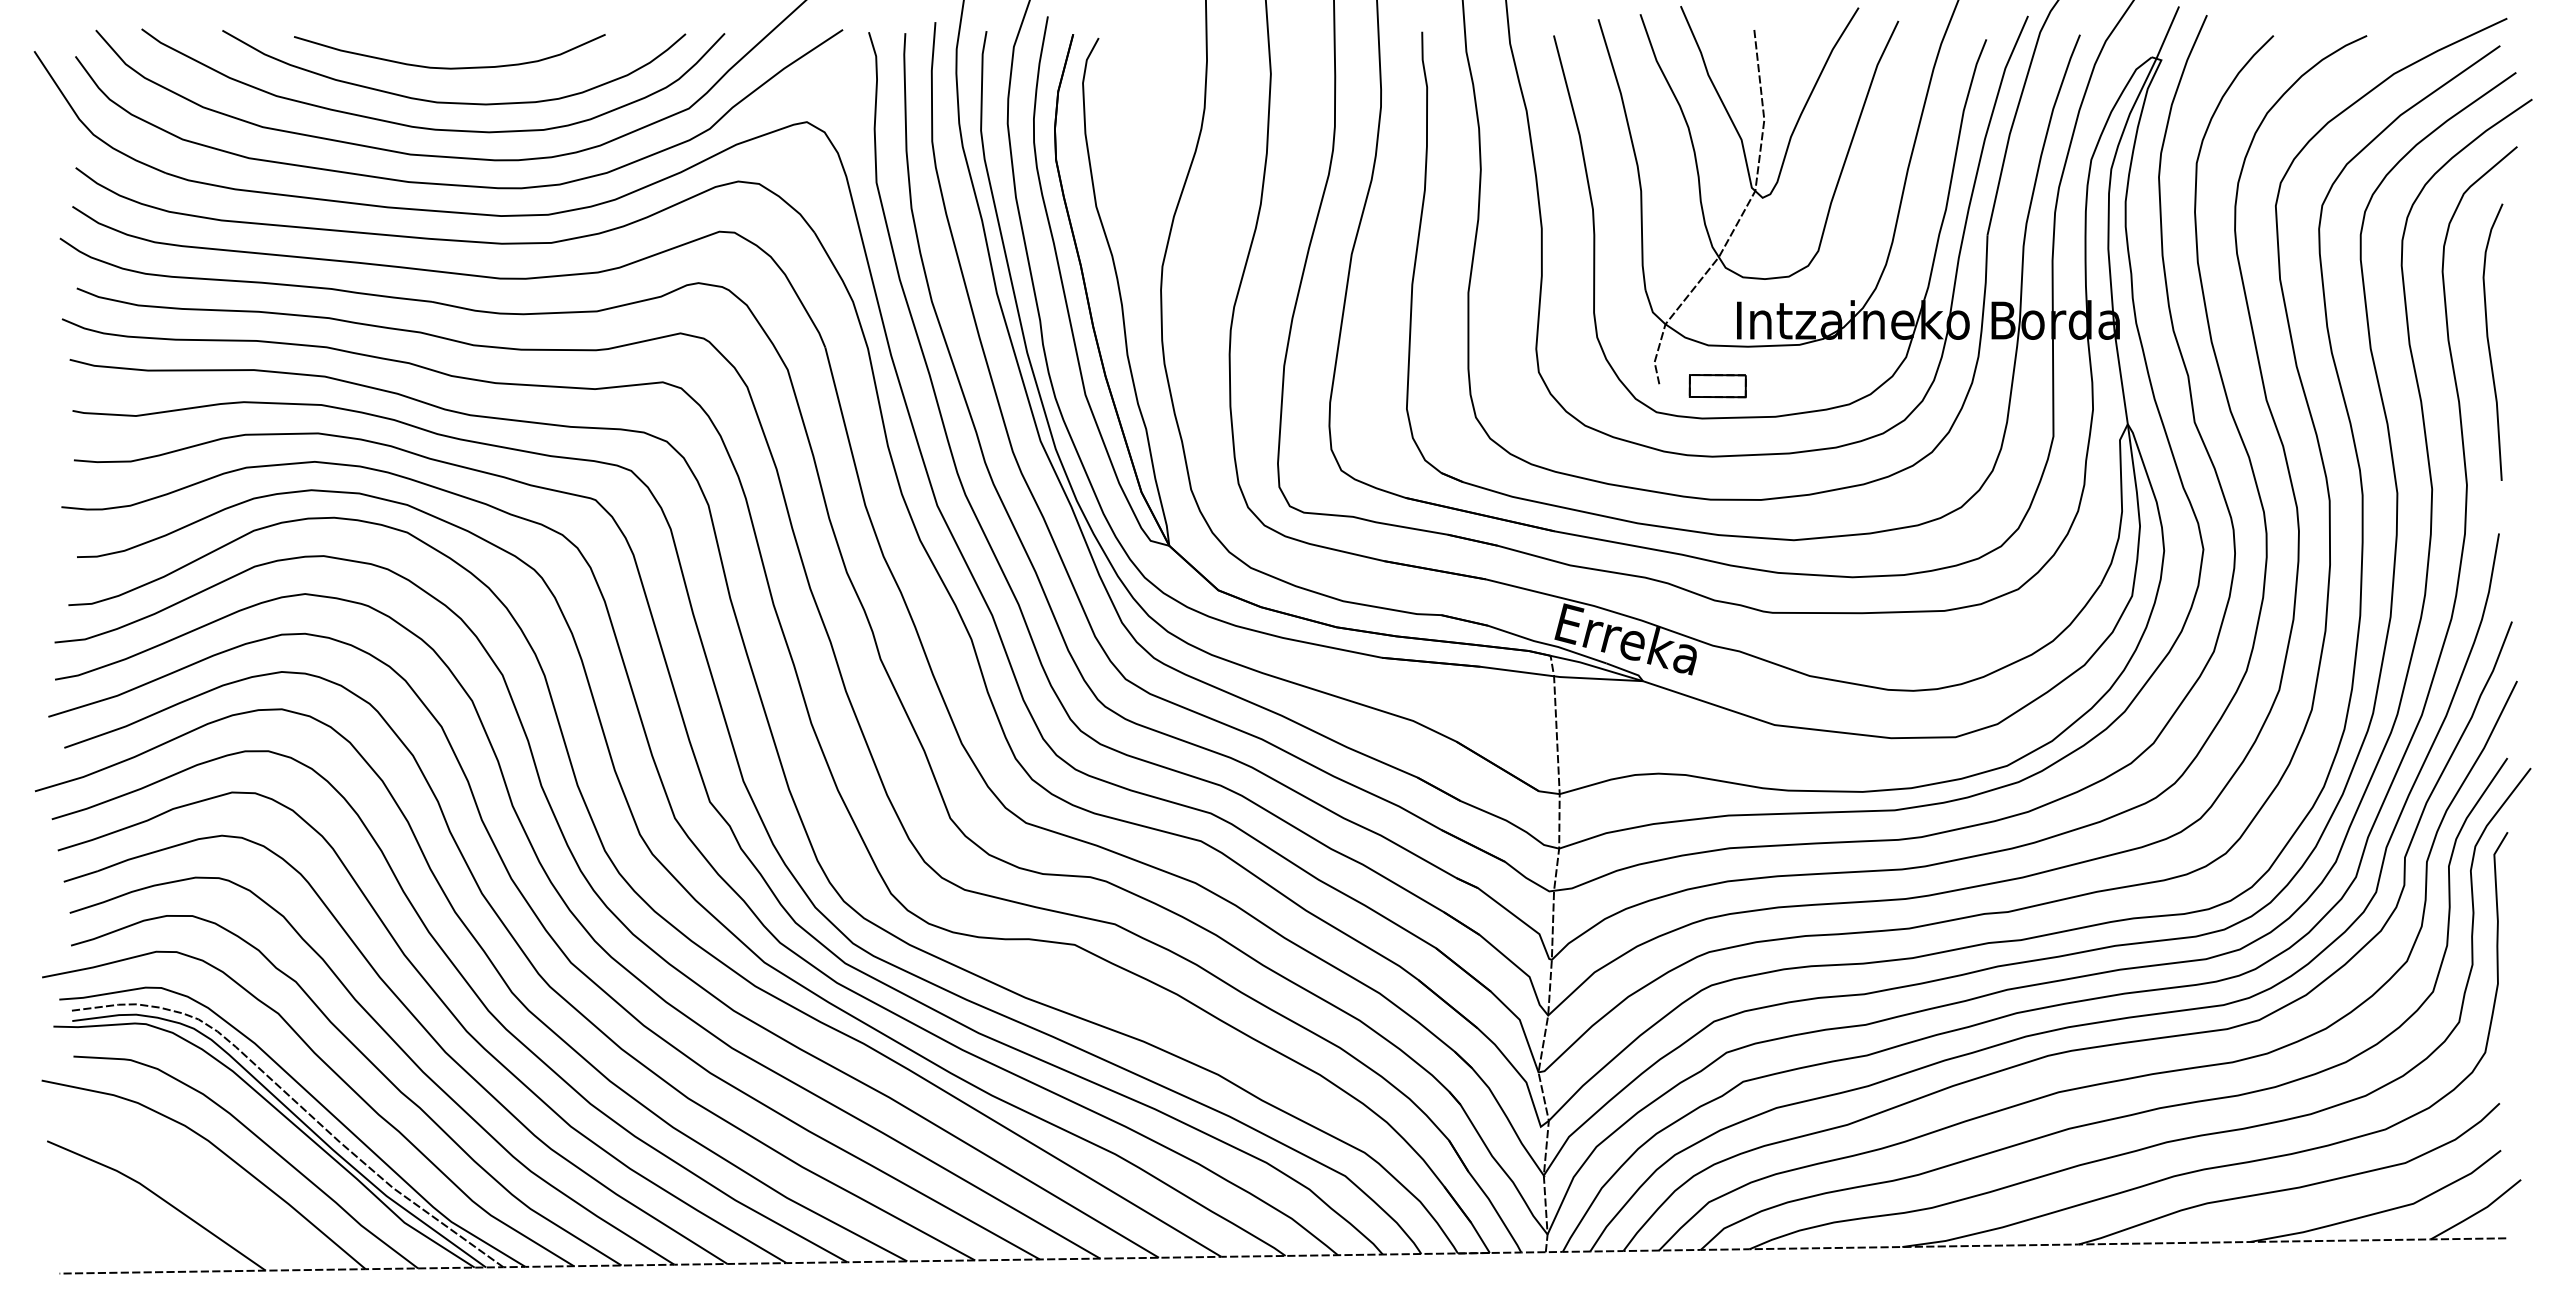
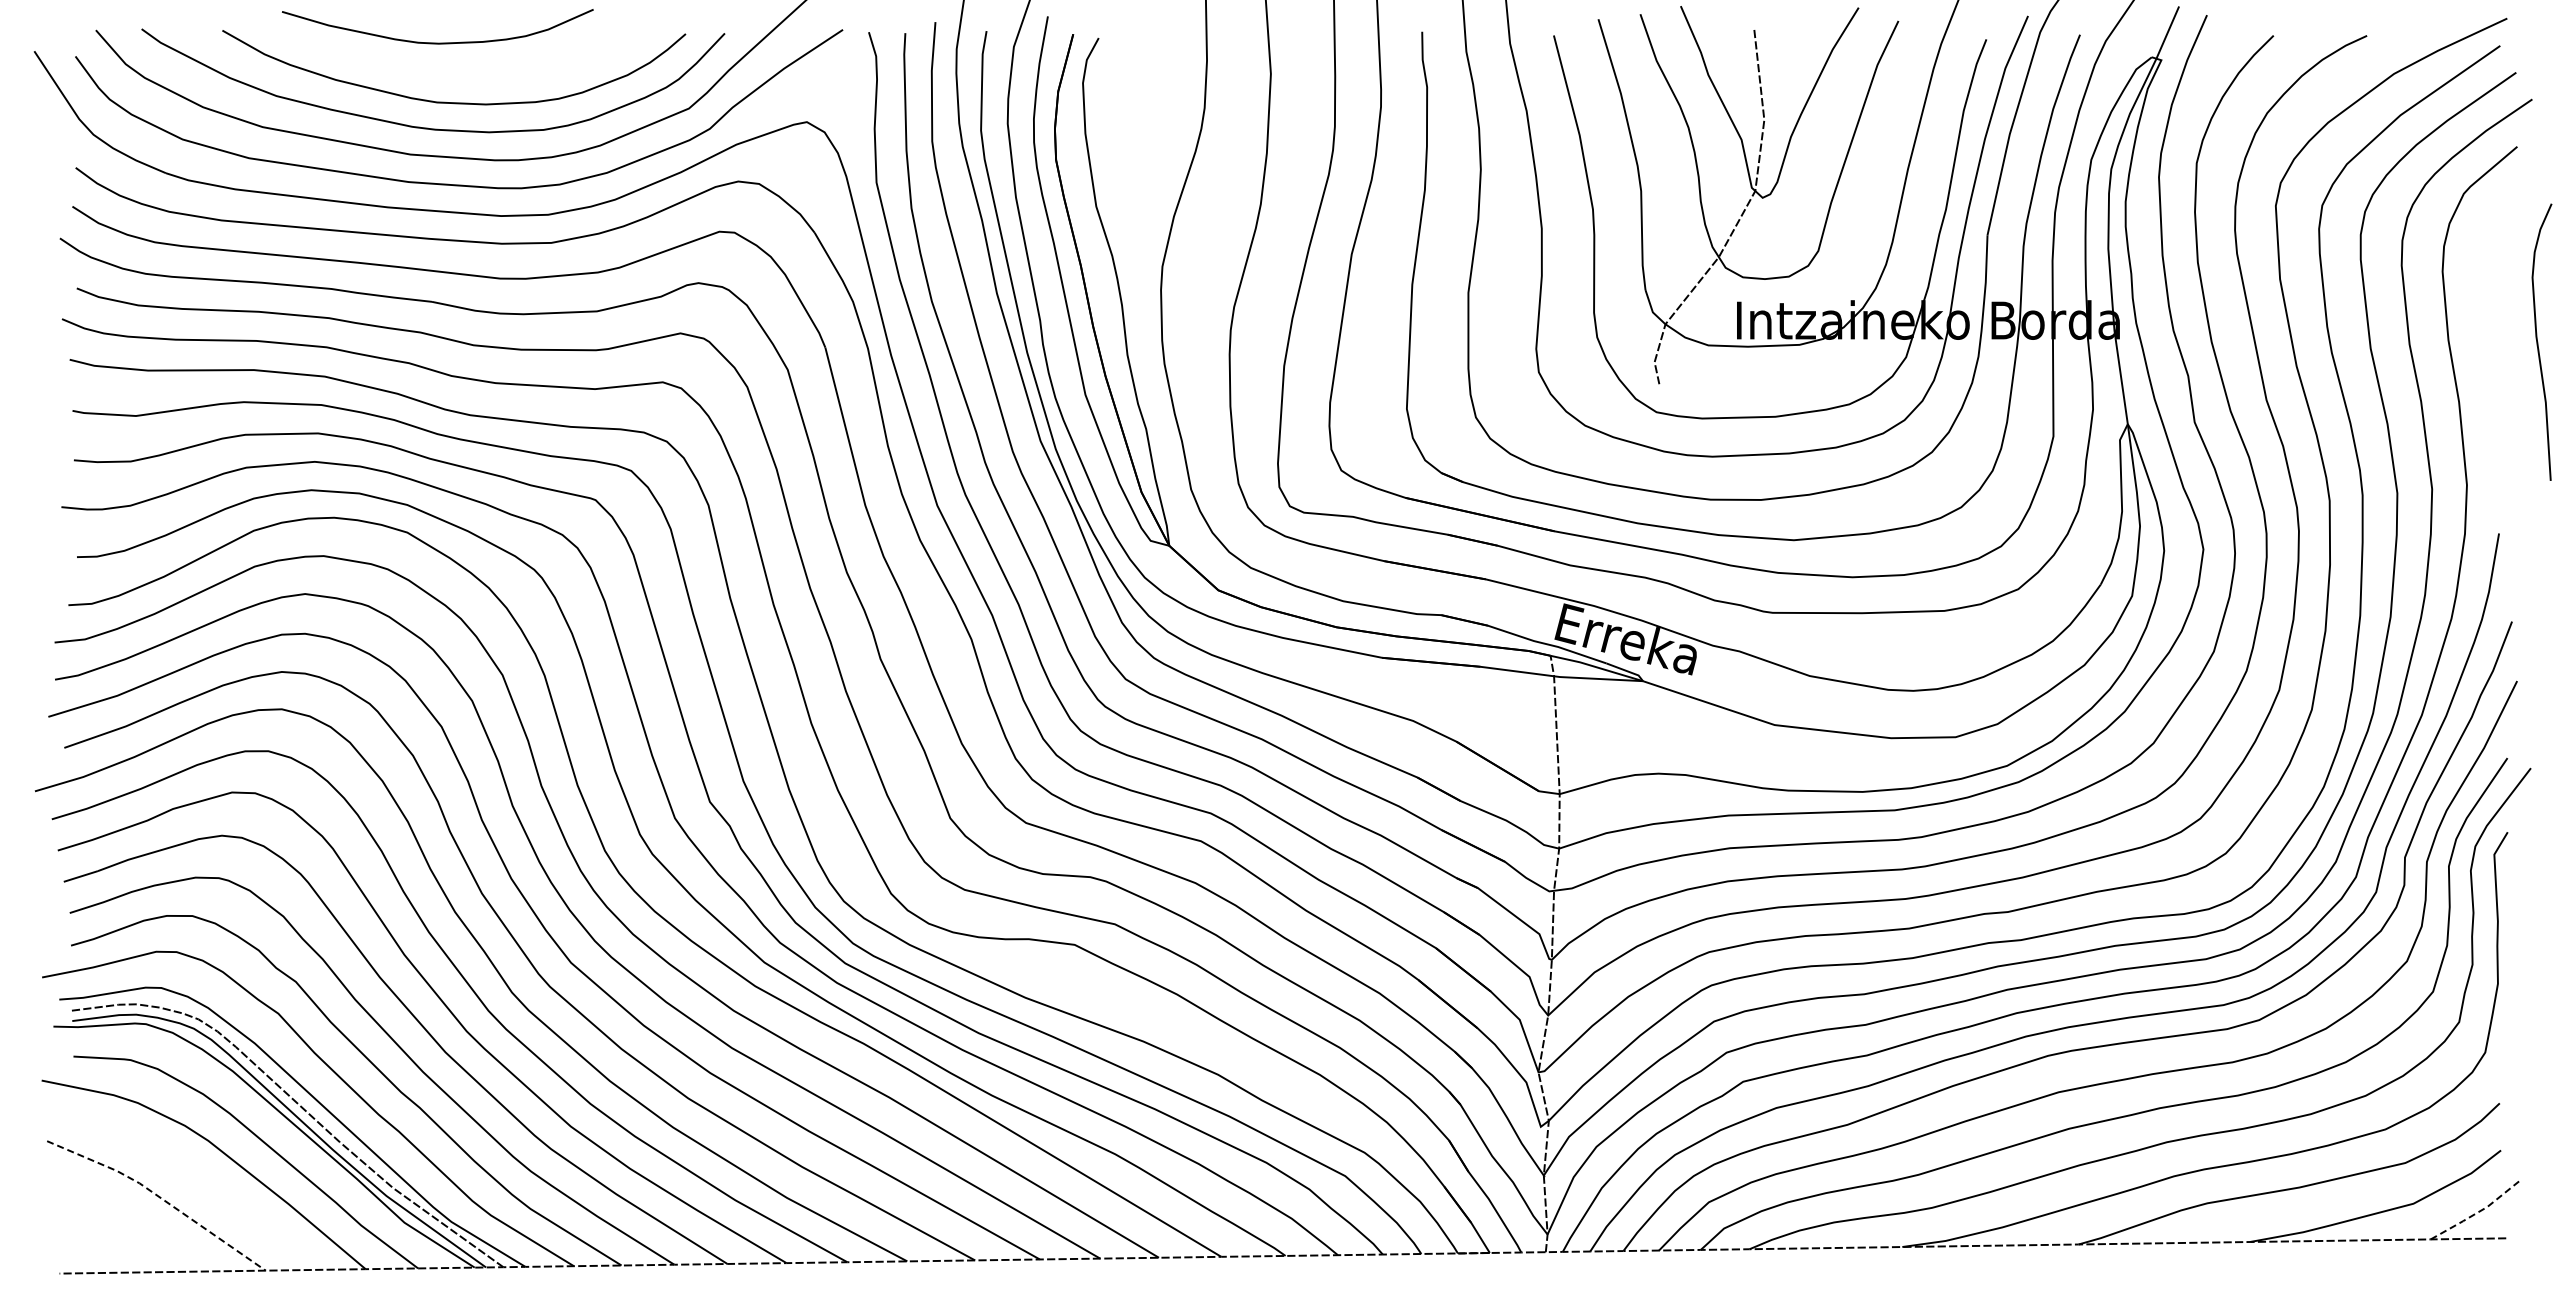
curve at (449, 67) position: (449, 67) -> (437, 42)
curve at (2489, 342) position: (2489, 342) -> (2538, 342)
part at (1717, 386): present -> none
line at (160, 1197): solid -> dashed
line at (2478, 1212): solid -> dashed
